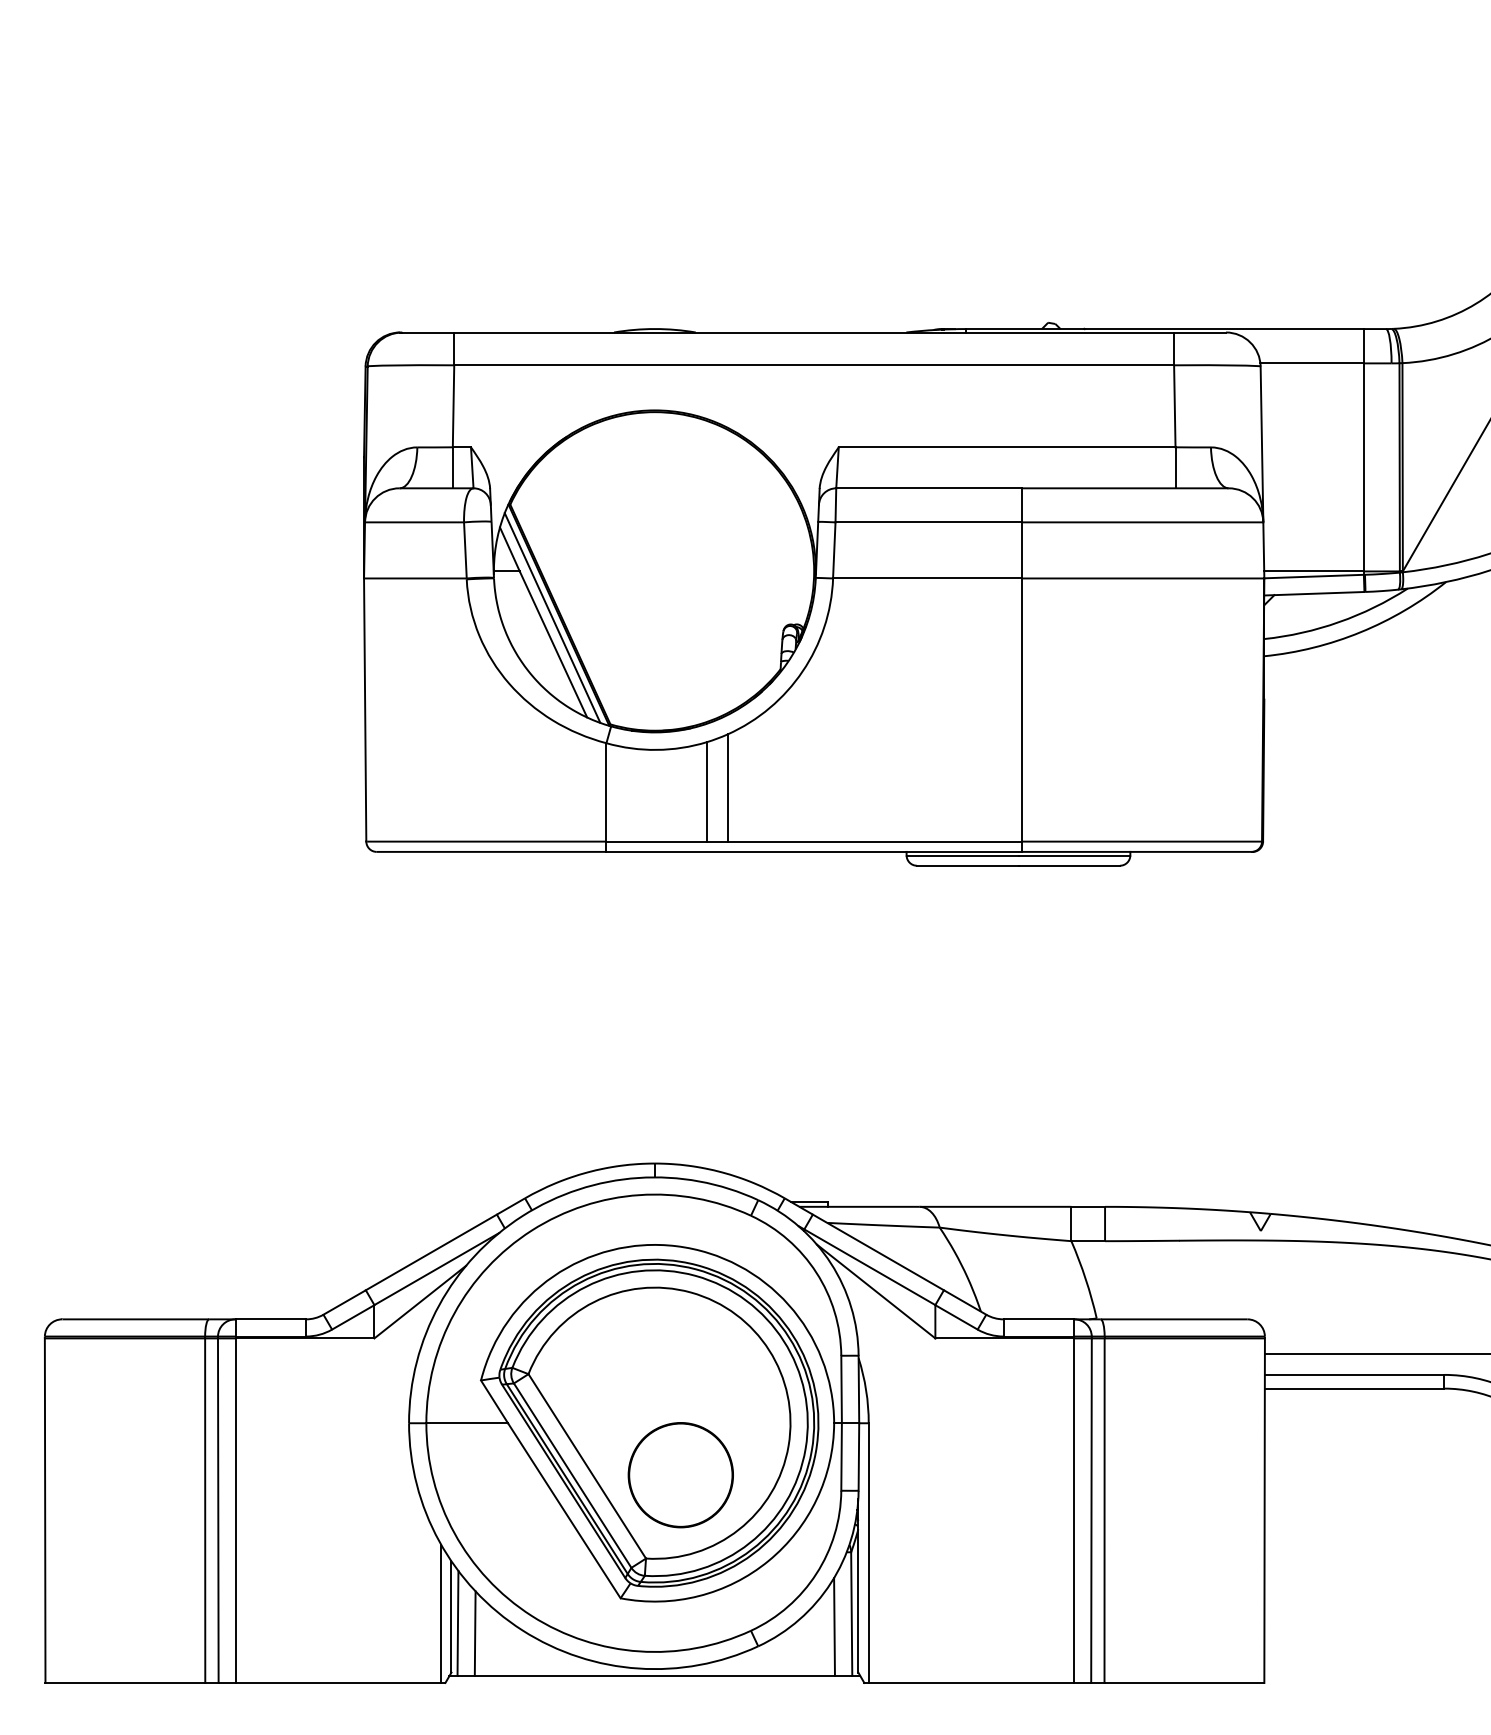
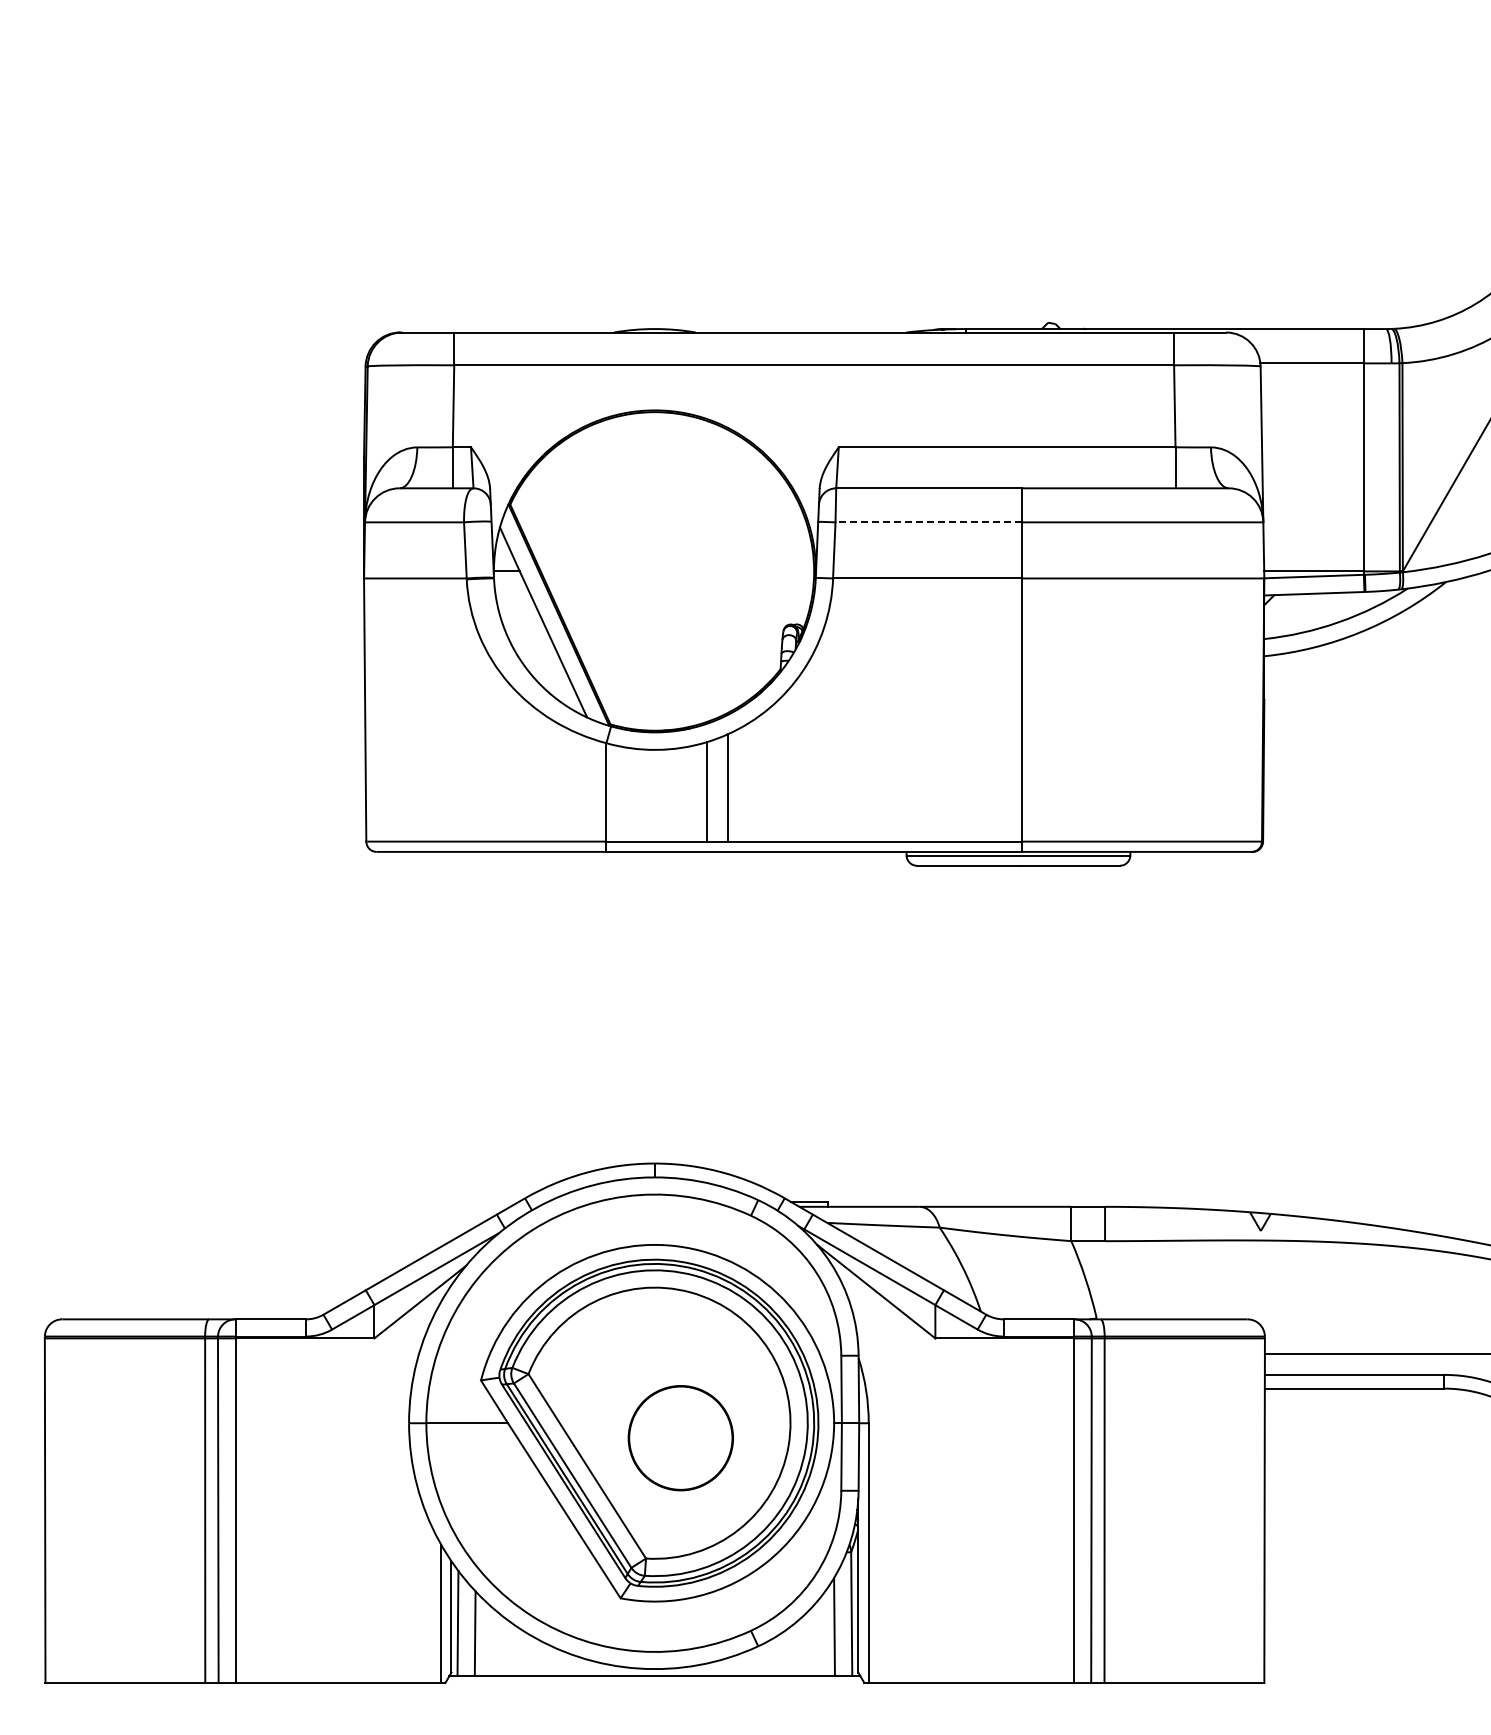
line at (928, 522): solid -> dashed
line at (552, 617): present -> none
part at (680, 1475) position: (680, 1475) -> (680, 1438)
